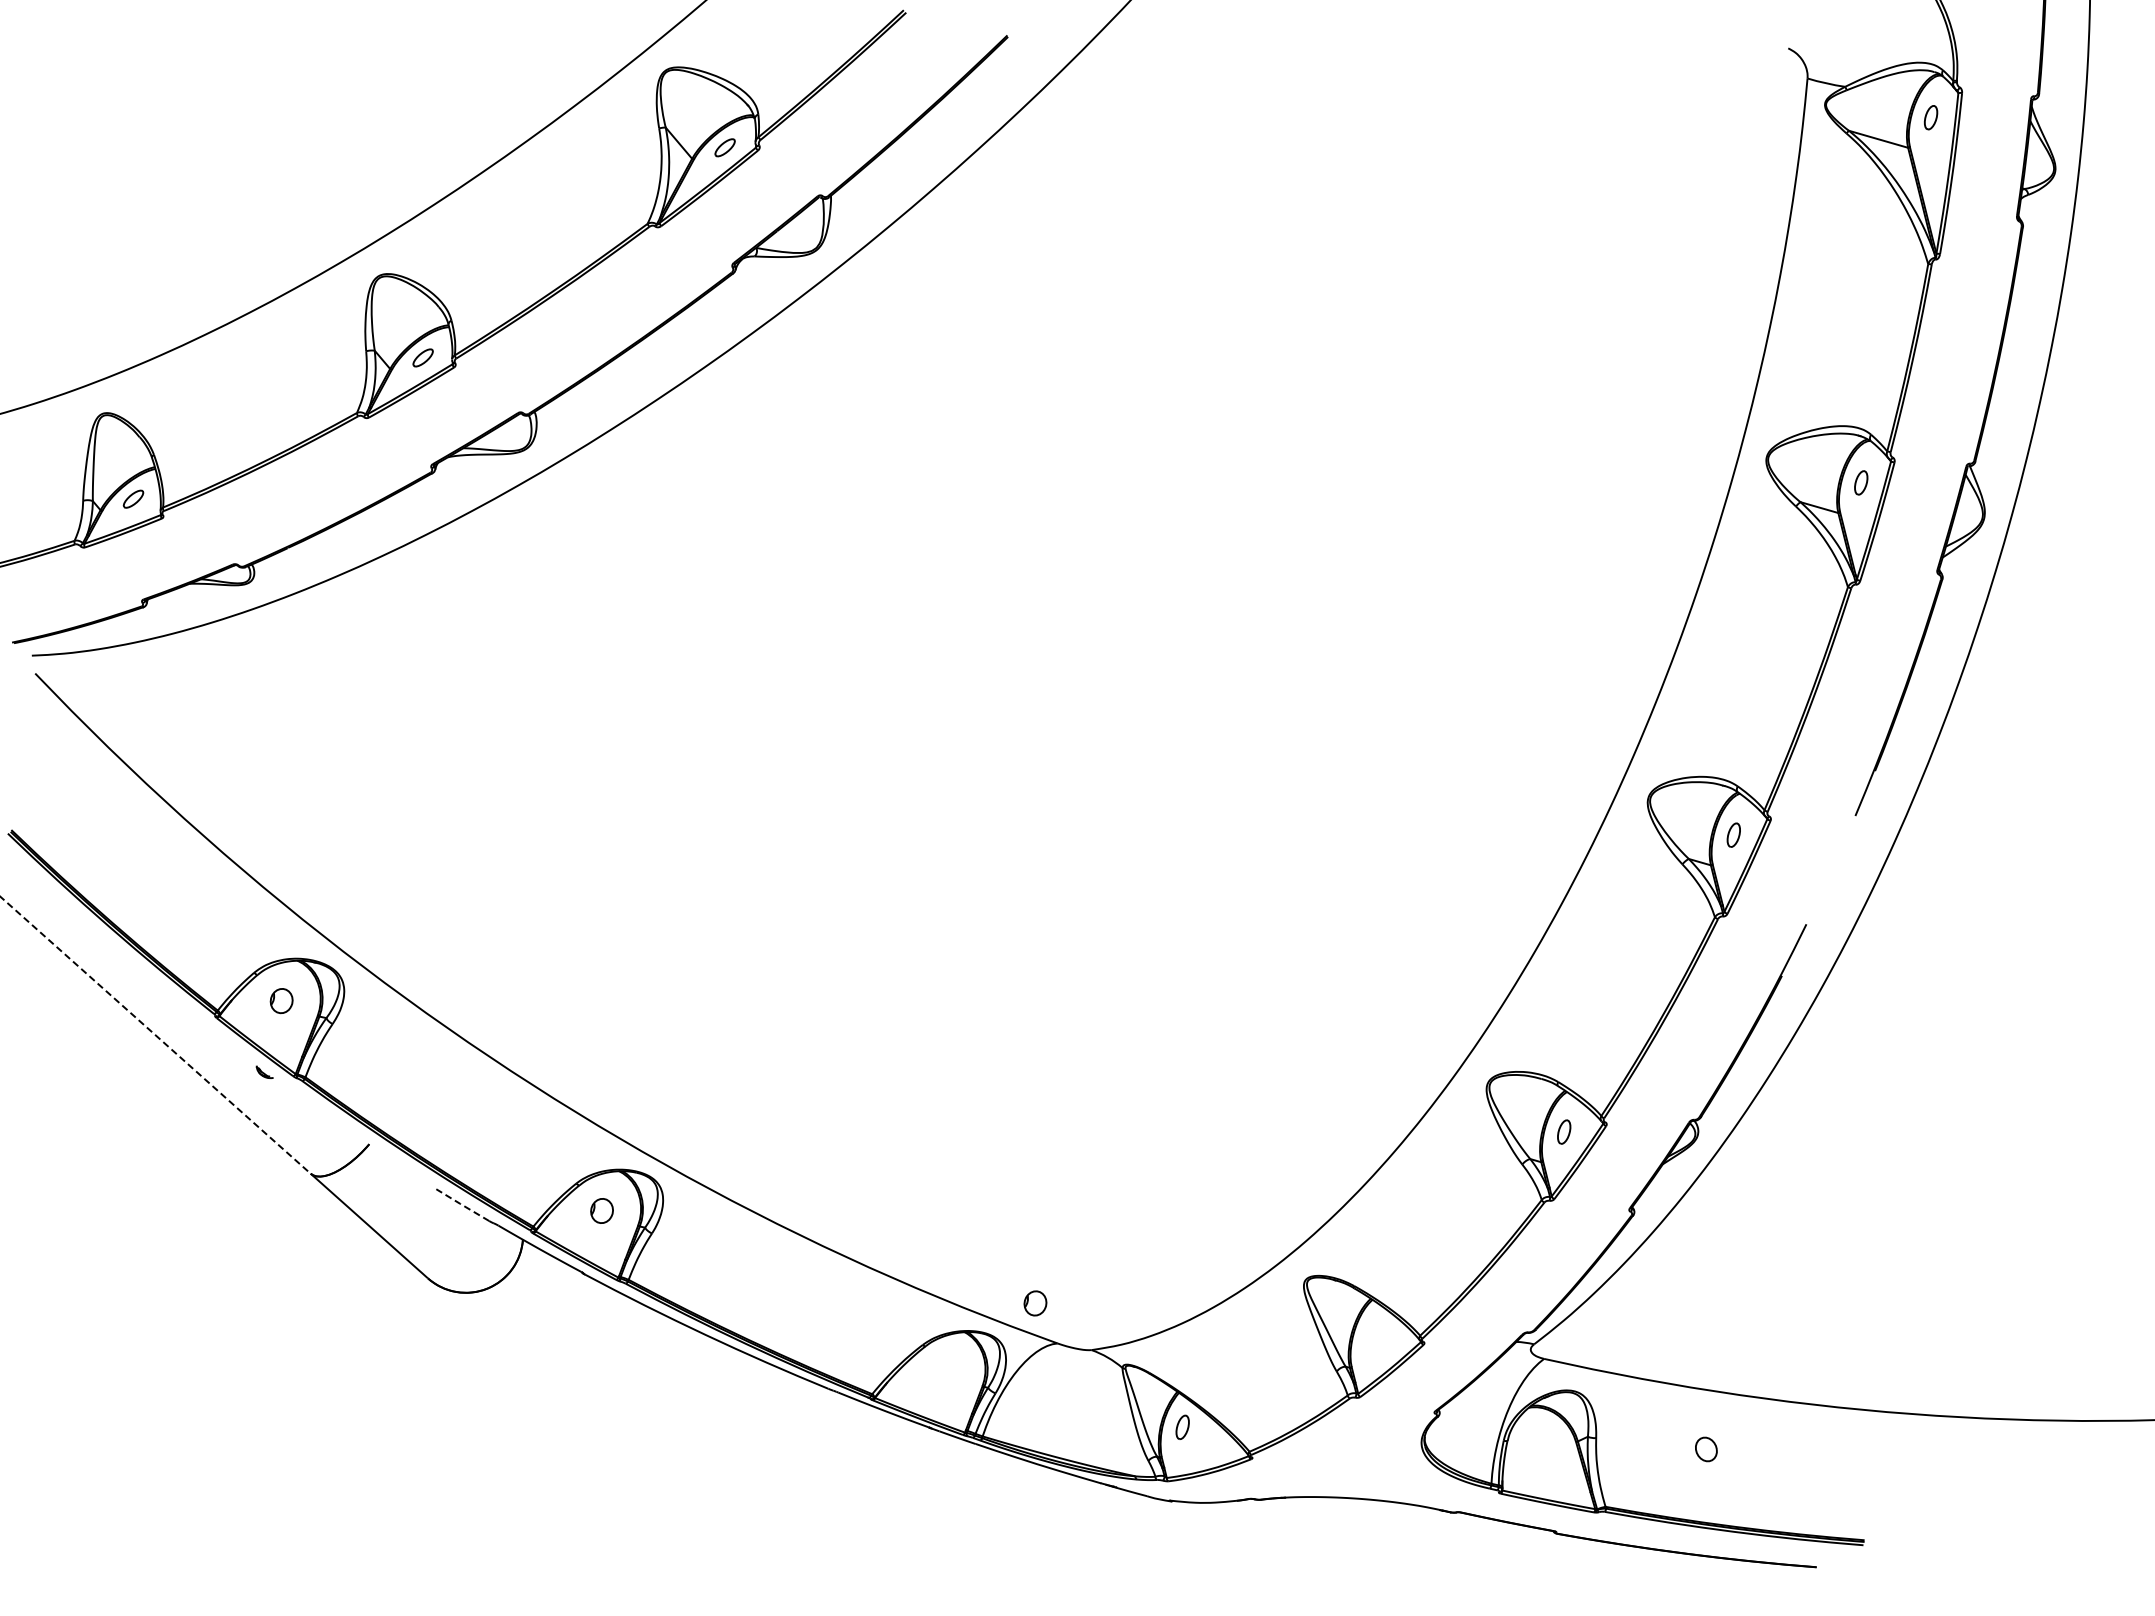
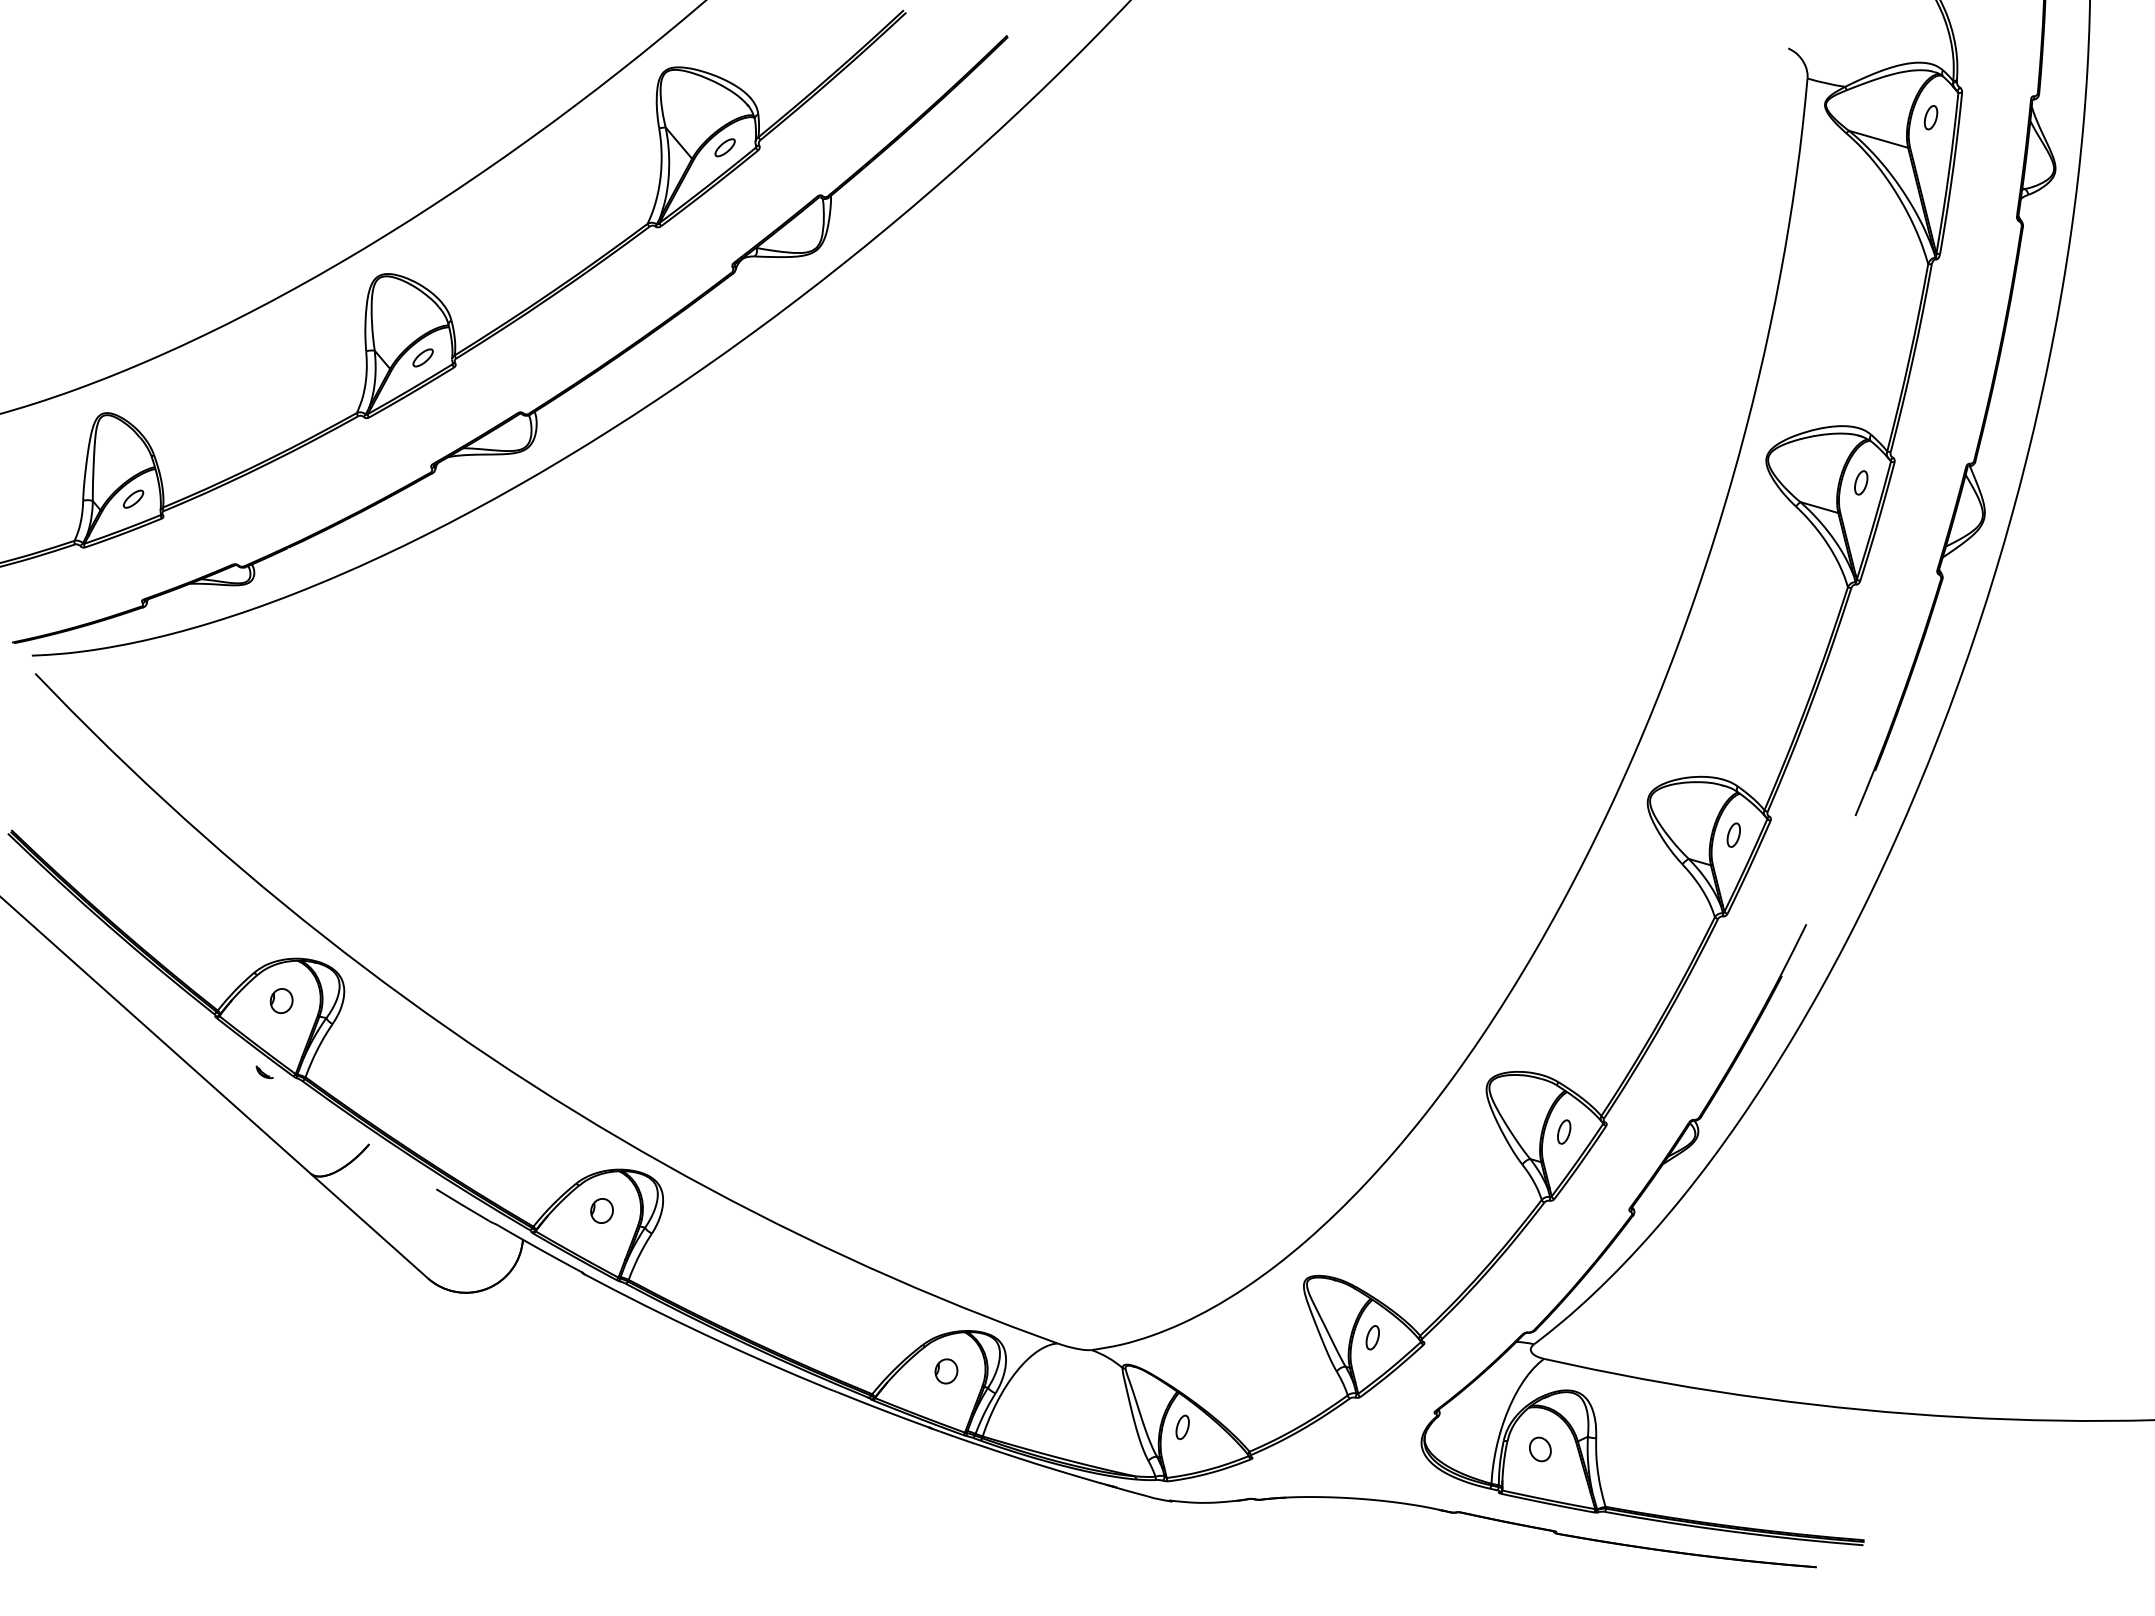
line at (155, 1035): dashed -> solid
line at (461, 1204): dashed -> solid
part at (1035, 1303) position: (1035, 1303) -> (946, 1371)
part at (1372, 1337): none -> present
part at (1706, 1449) position: (1706, 1449) -> (1540, 1449)
